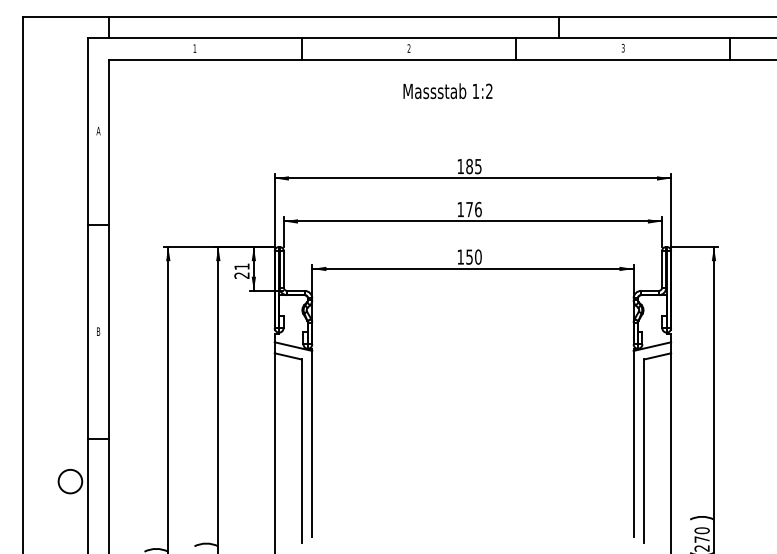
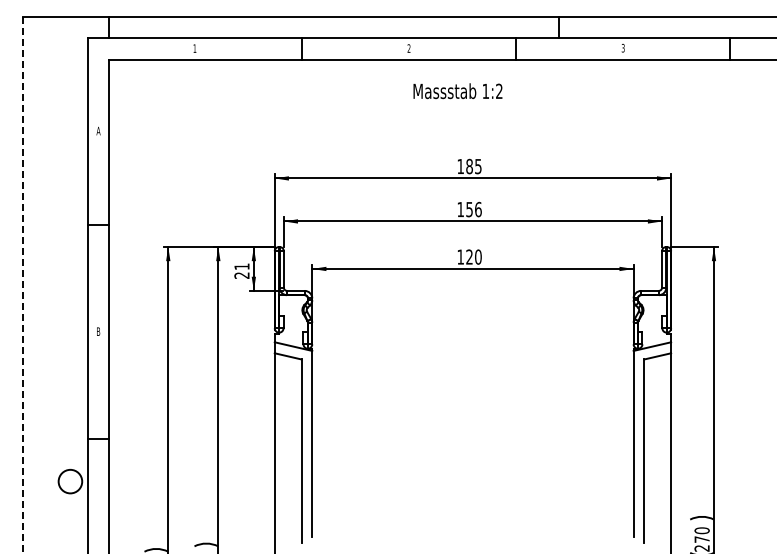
text at (447, 91) position: (447, 91) -> (457, 91)
text at (469, 209): 176 -> 156
text at (469, 256): 150 -> 120
line at (23, 284): solid -> dashed
